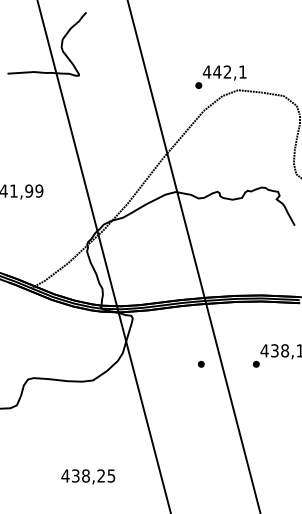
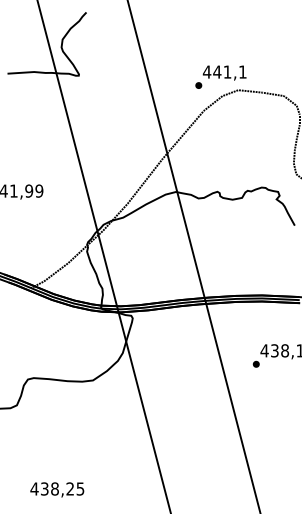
text at (227, 71): 442,1 -> 441,1
part at (200, 363): present -> none
text at (88, 476) position: (88, 476) -> (57, 489)
